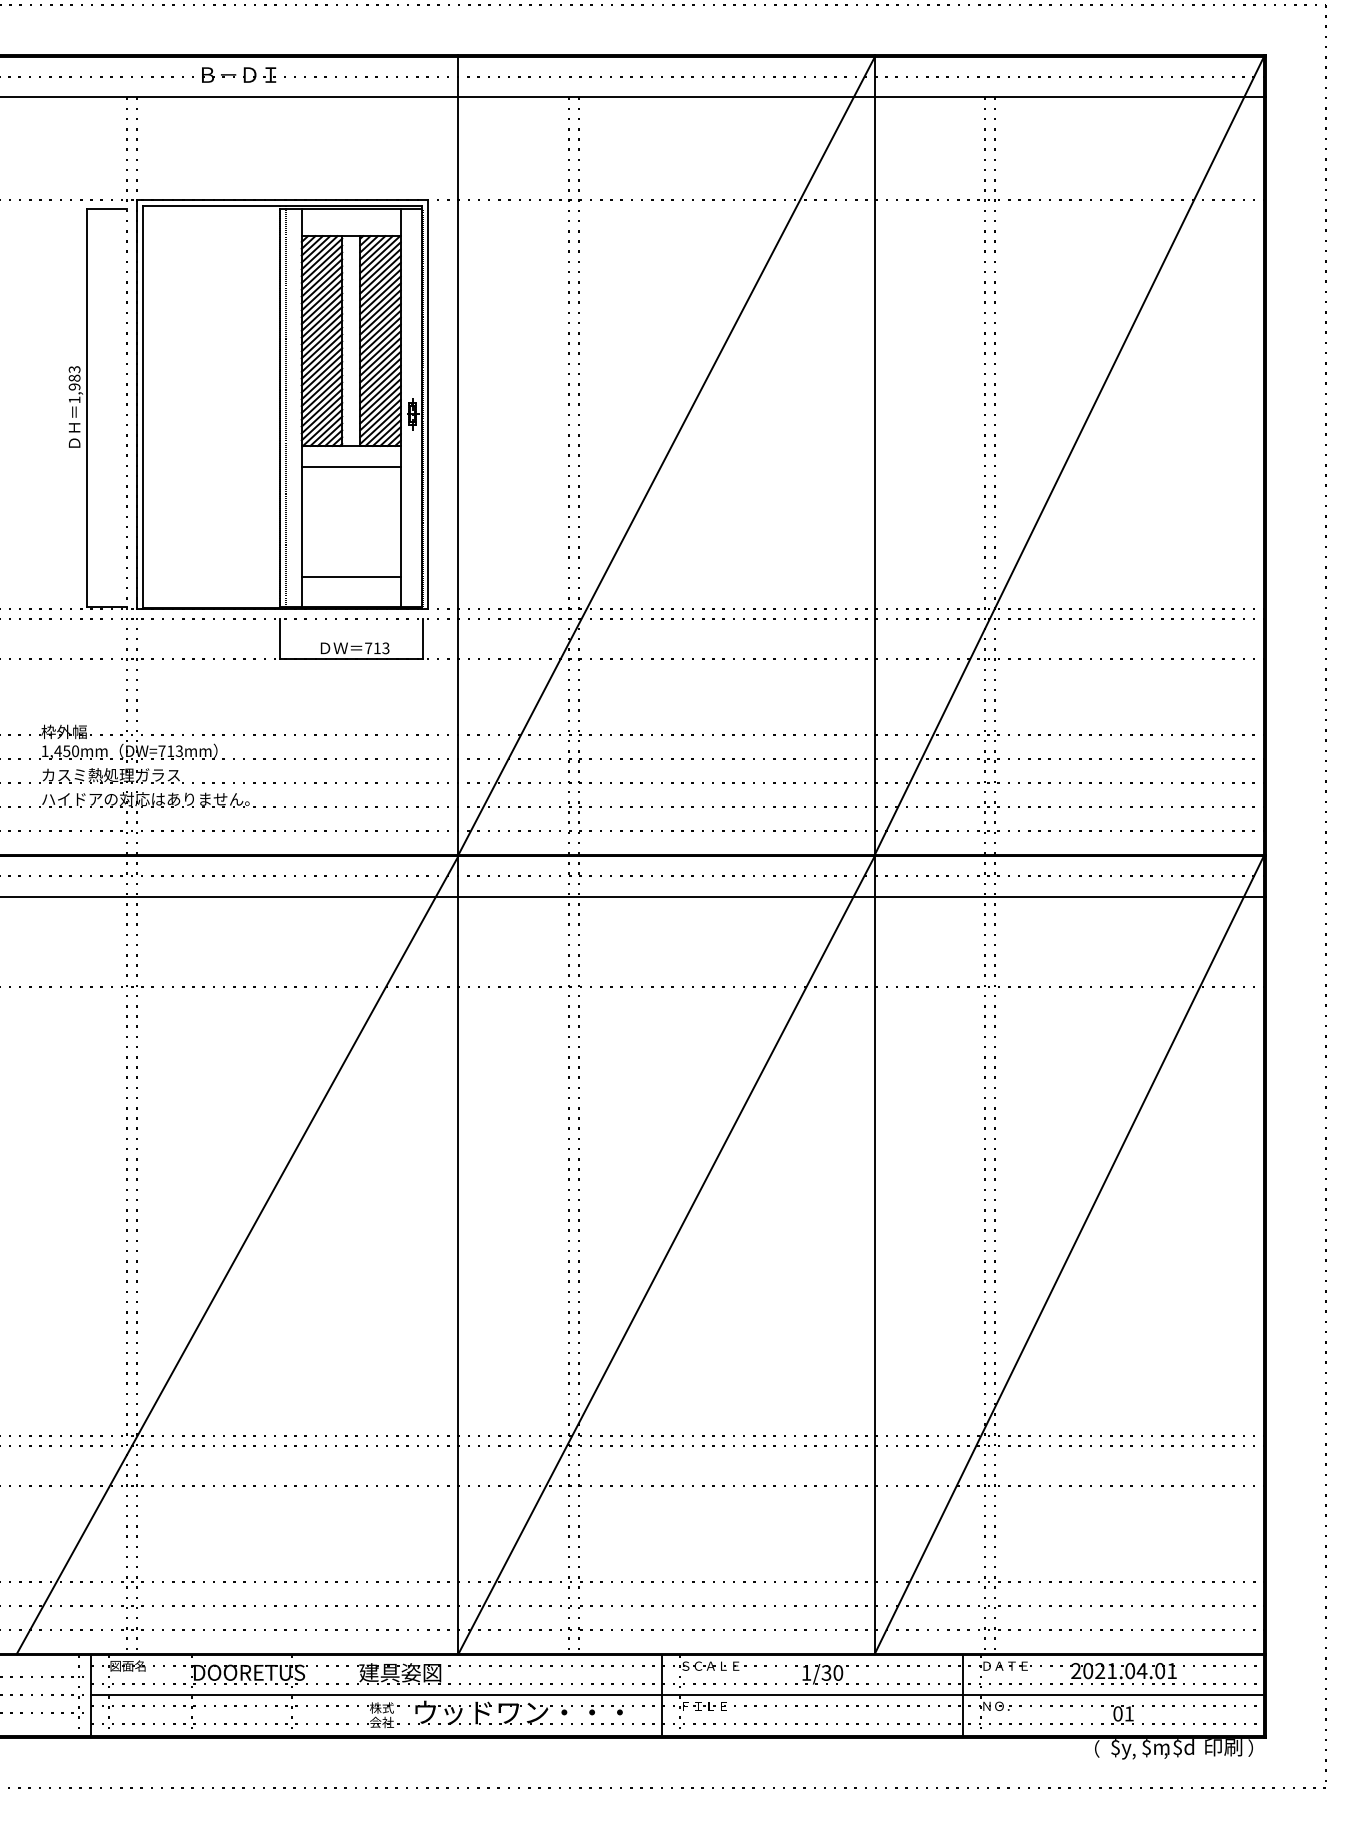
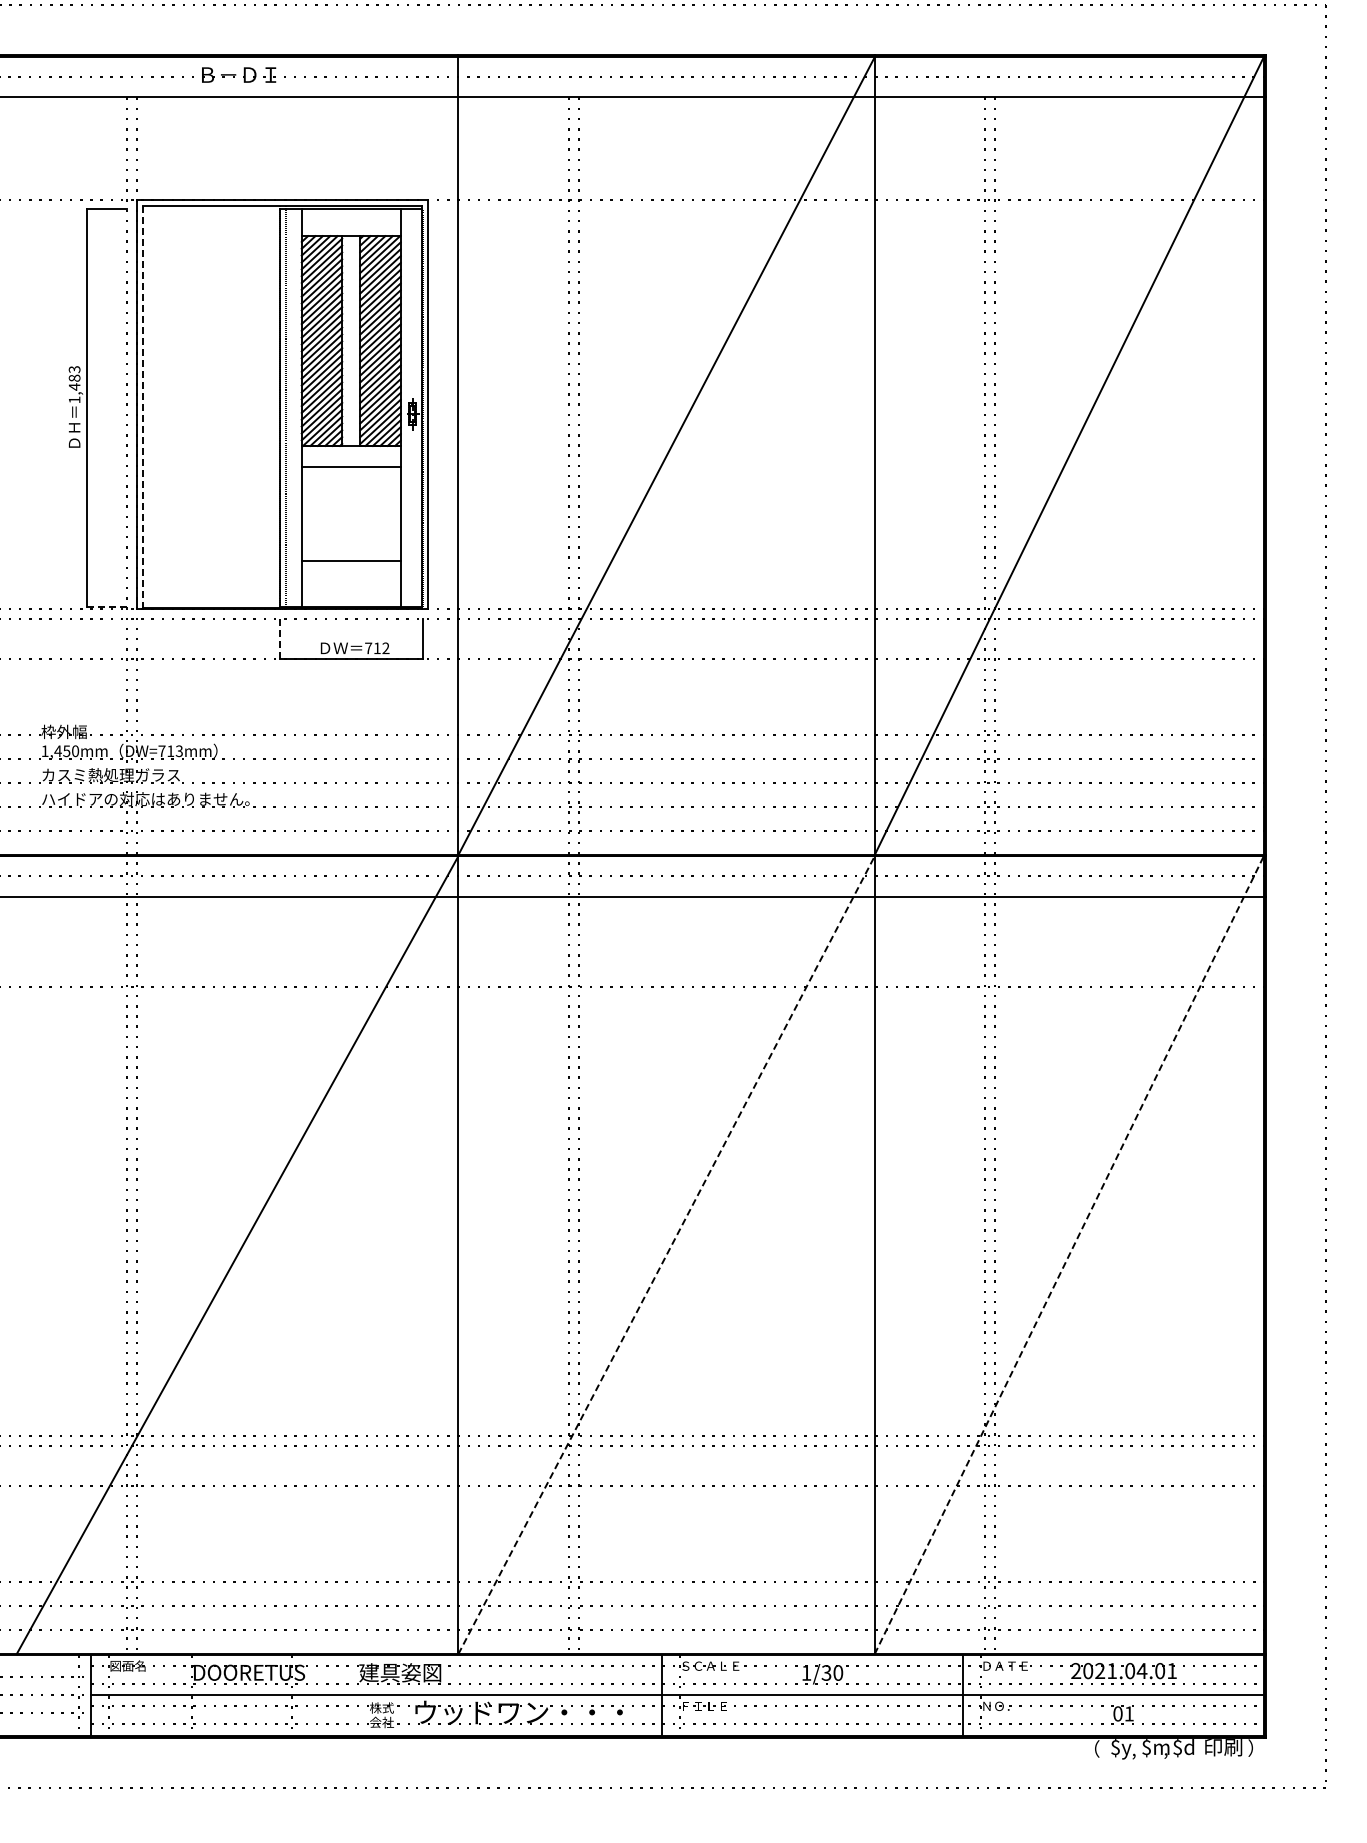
text at (74, 386): 1,983 -> 1,483
line at (143, 406): solid -> dashed
line at (350, 577) position: (350, 577) -> (350, 561)
line at (107, 607): solid -> dashed
line at (279, 638): solid -> dashed
text at (385, 648): 713 -> 712
line at (666, 1255): solid -> dashed
line at (1069, 1255): solid -> dashed
